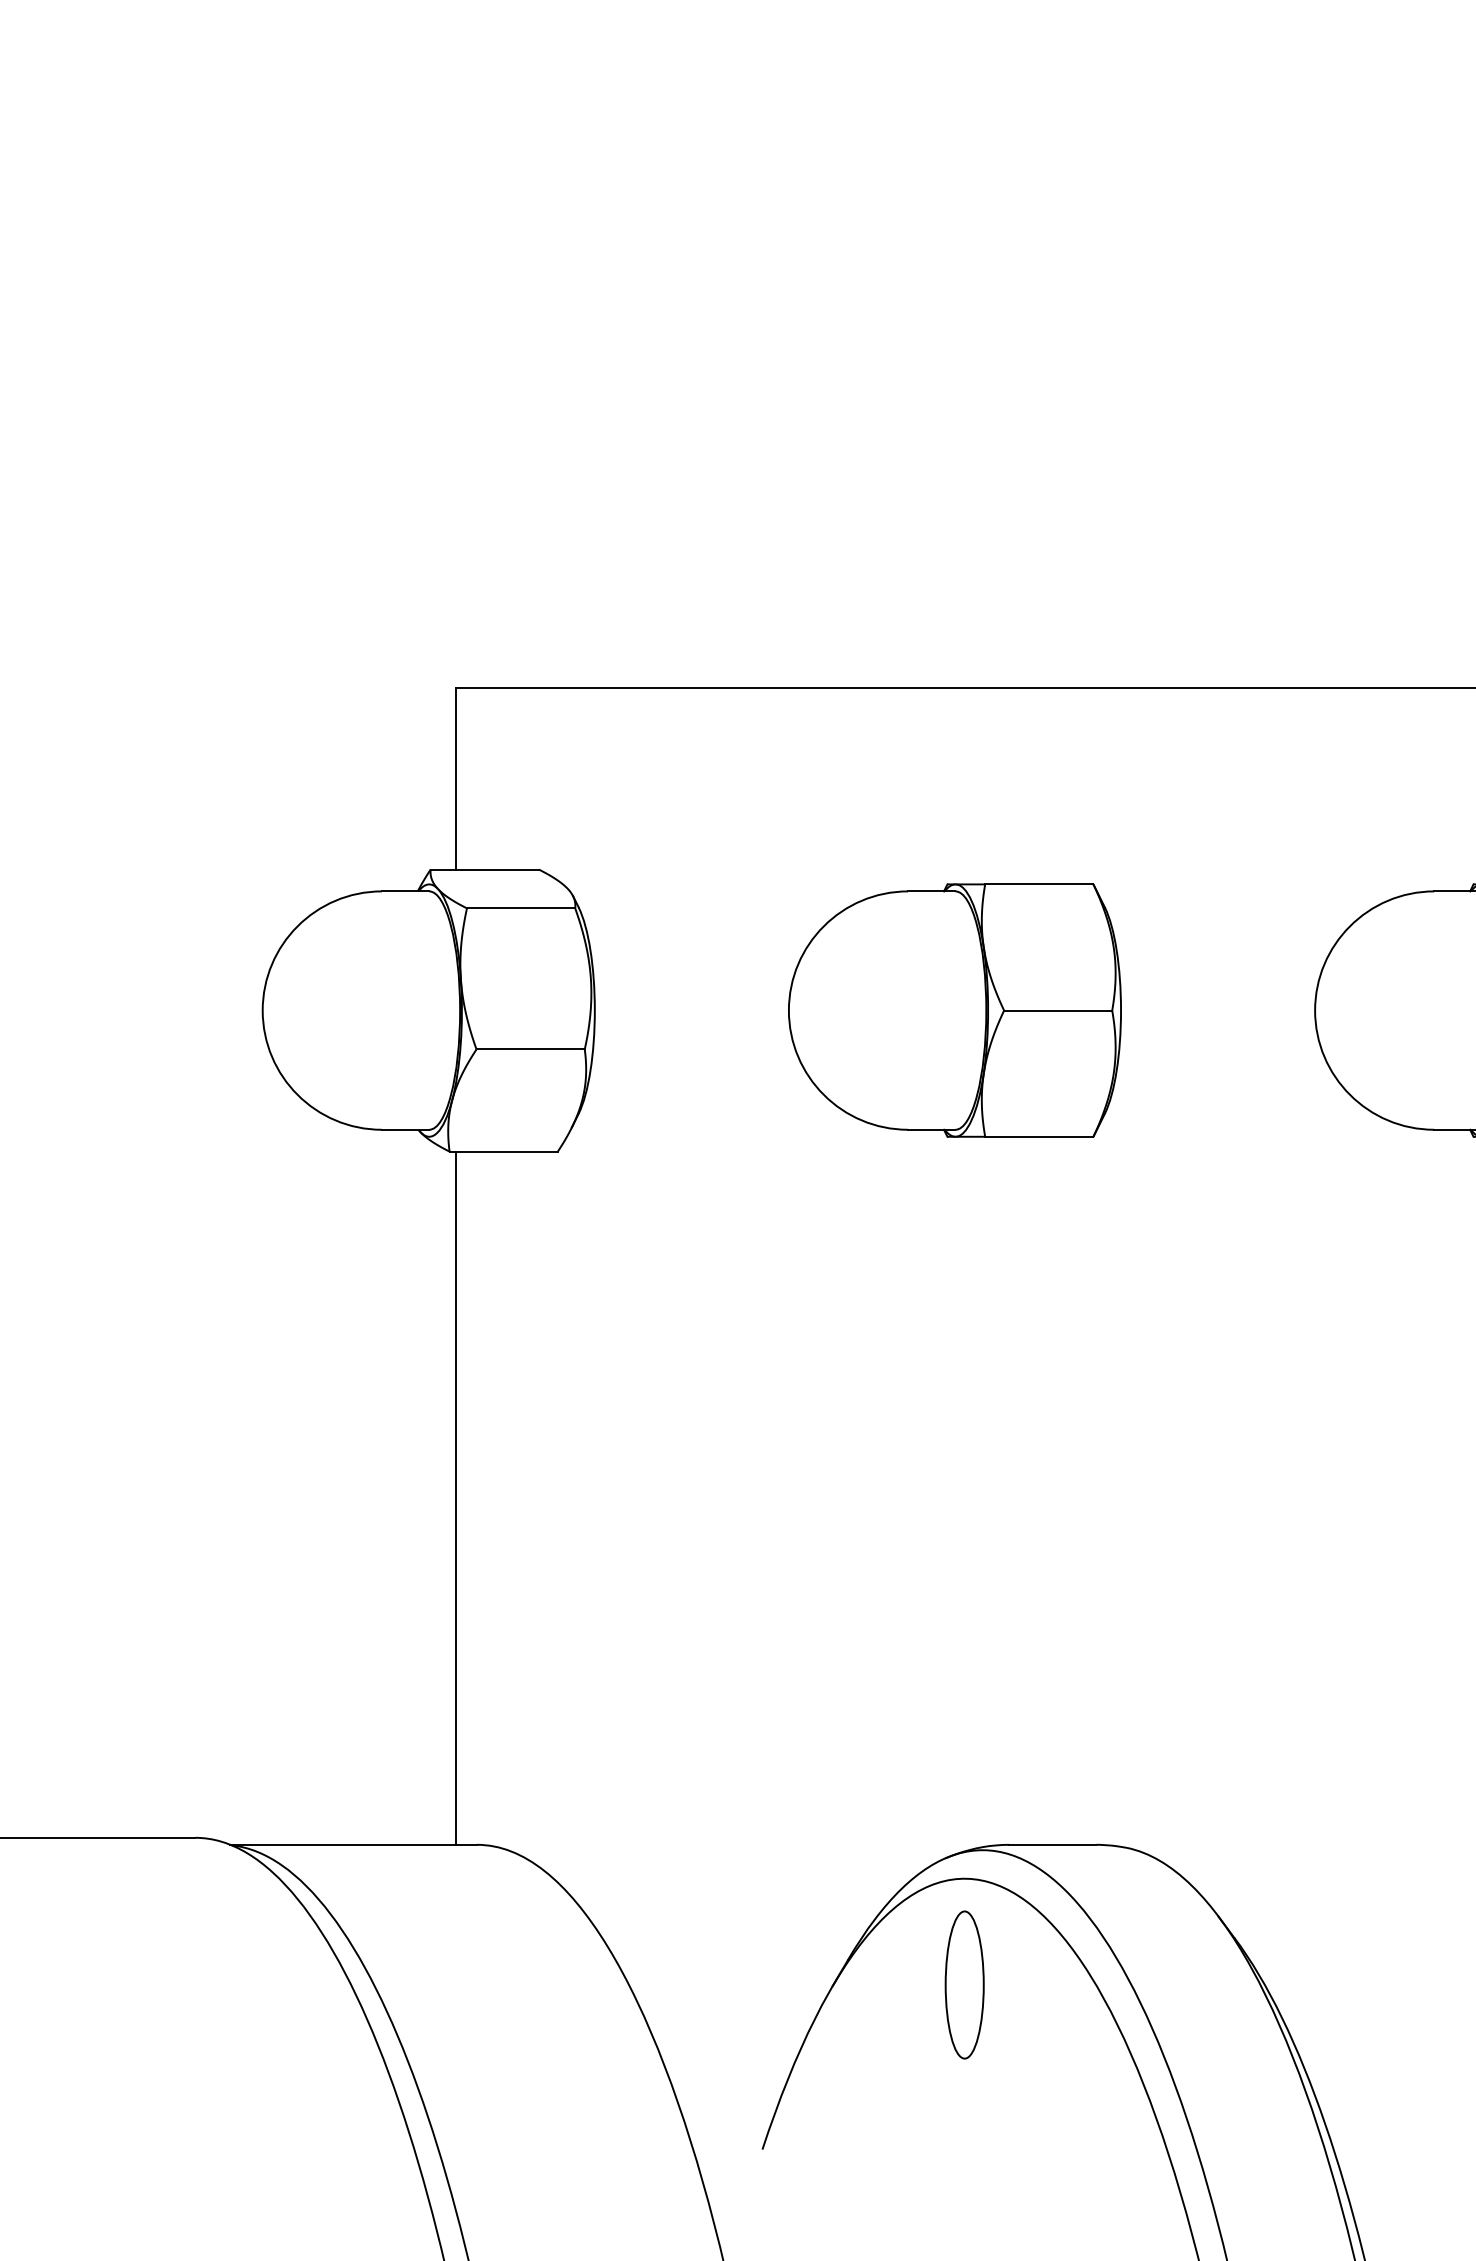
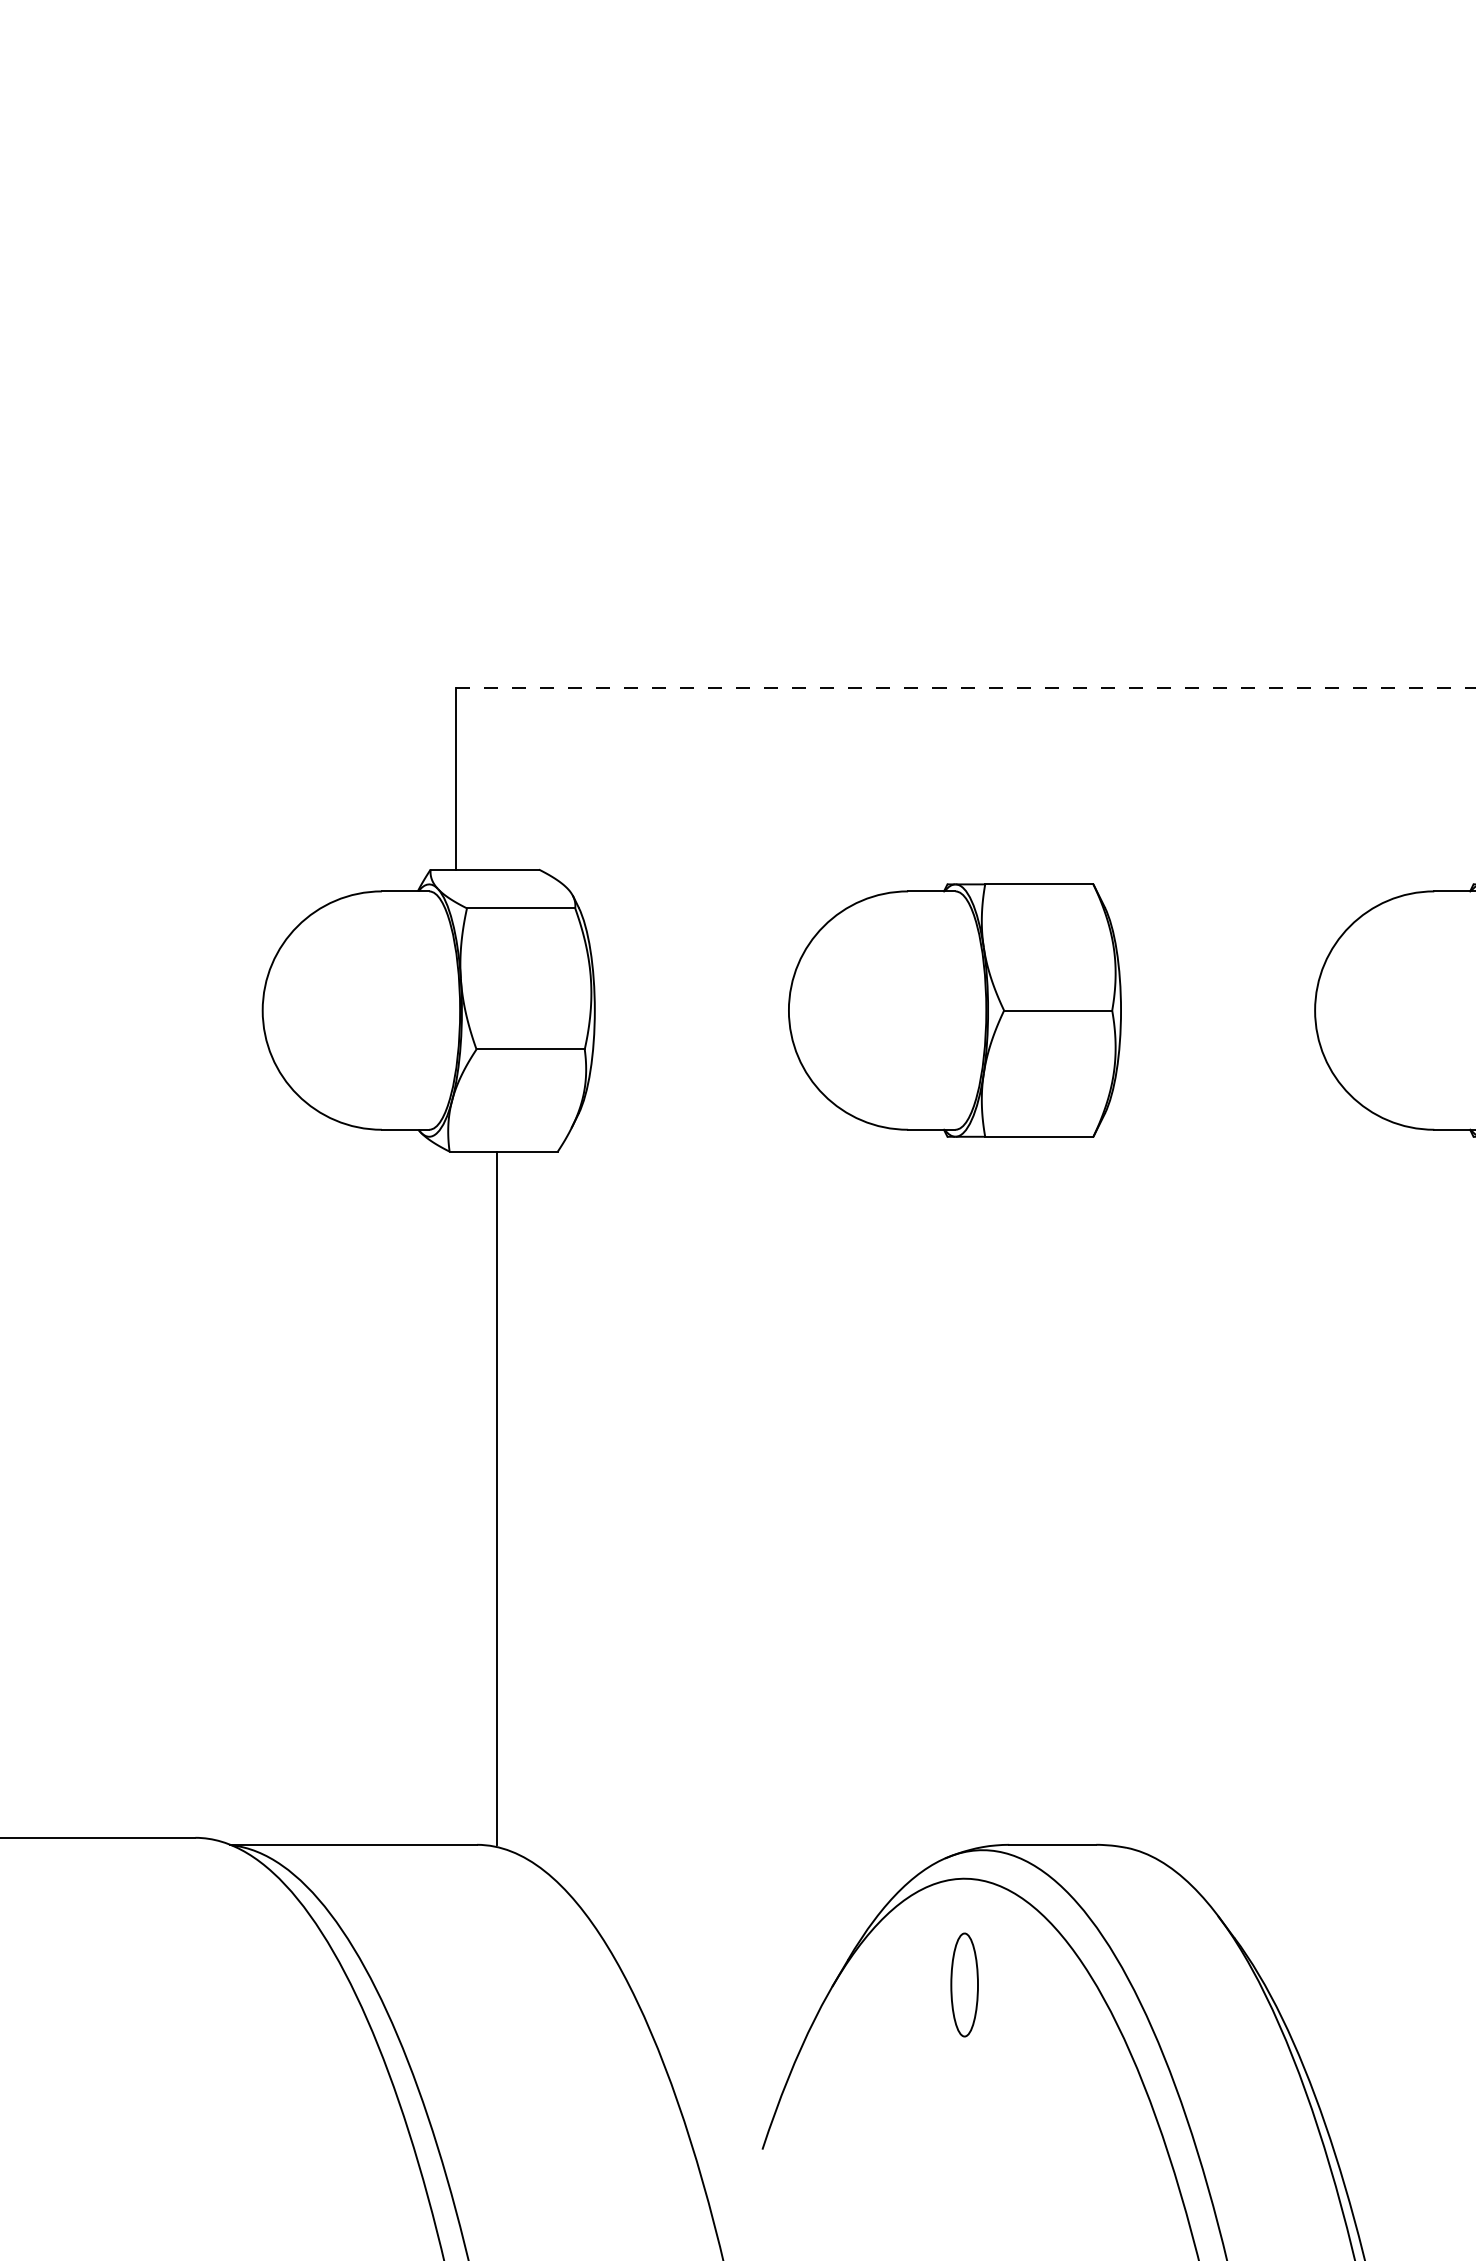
line at (965, 688): solid -> dashed
line at (455, 1497) position: (455, 1497) -> (496, 1497)
part at (964, 1984) size: 41x150 px -> 29x106 px
